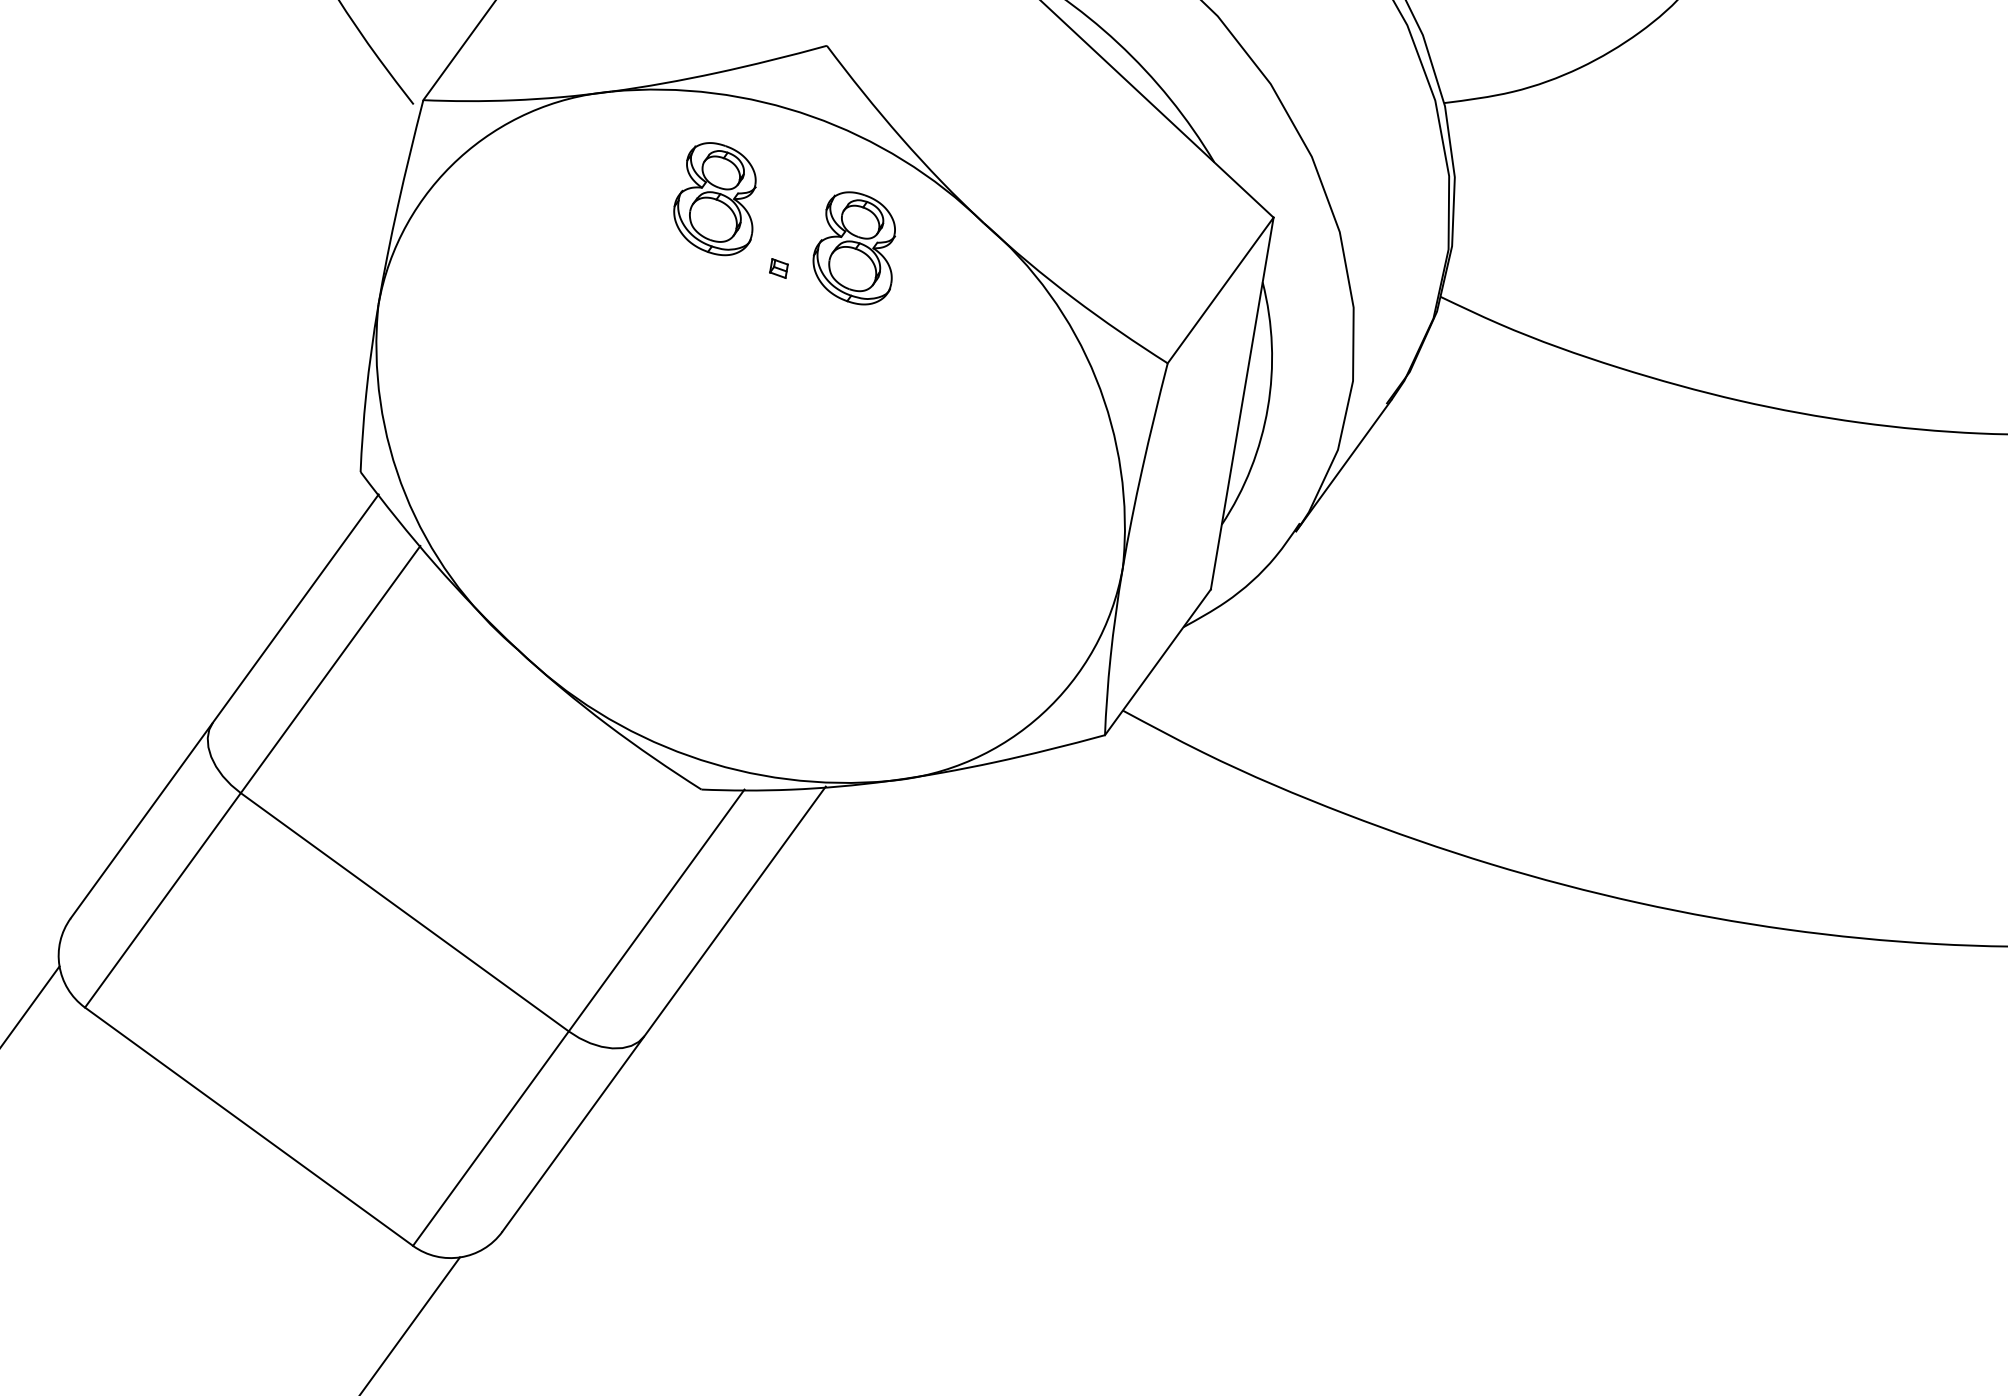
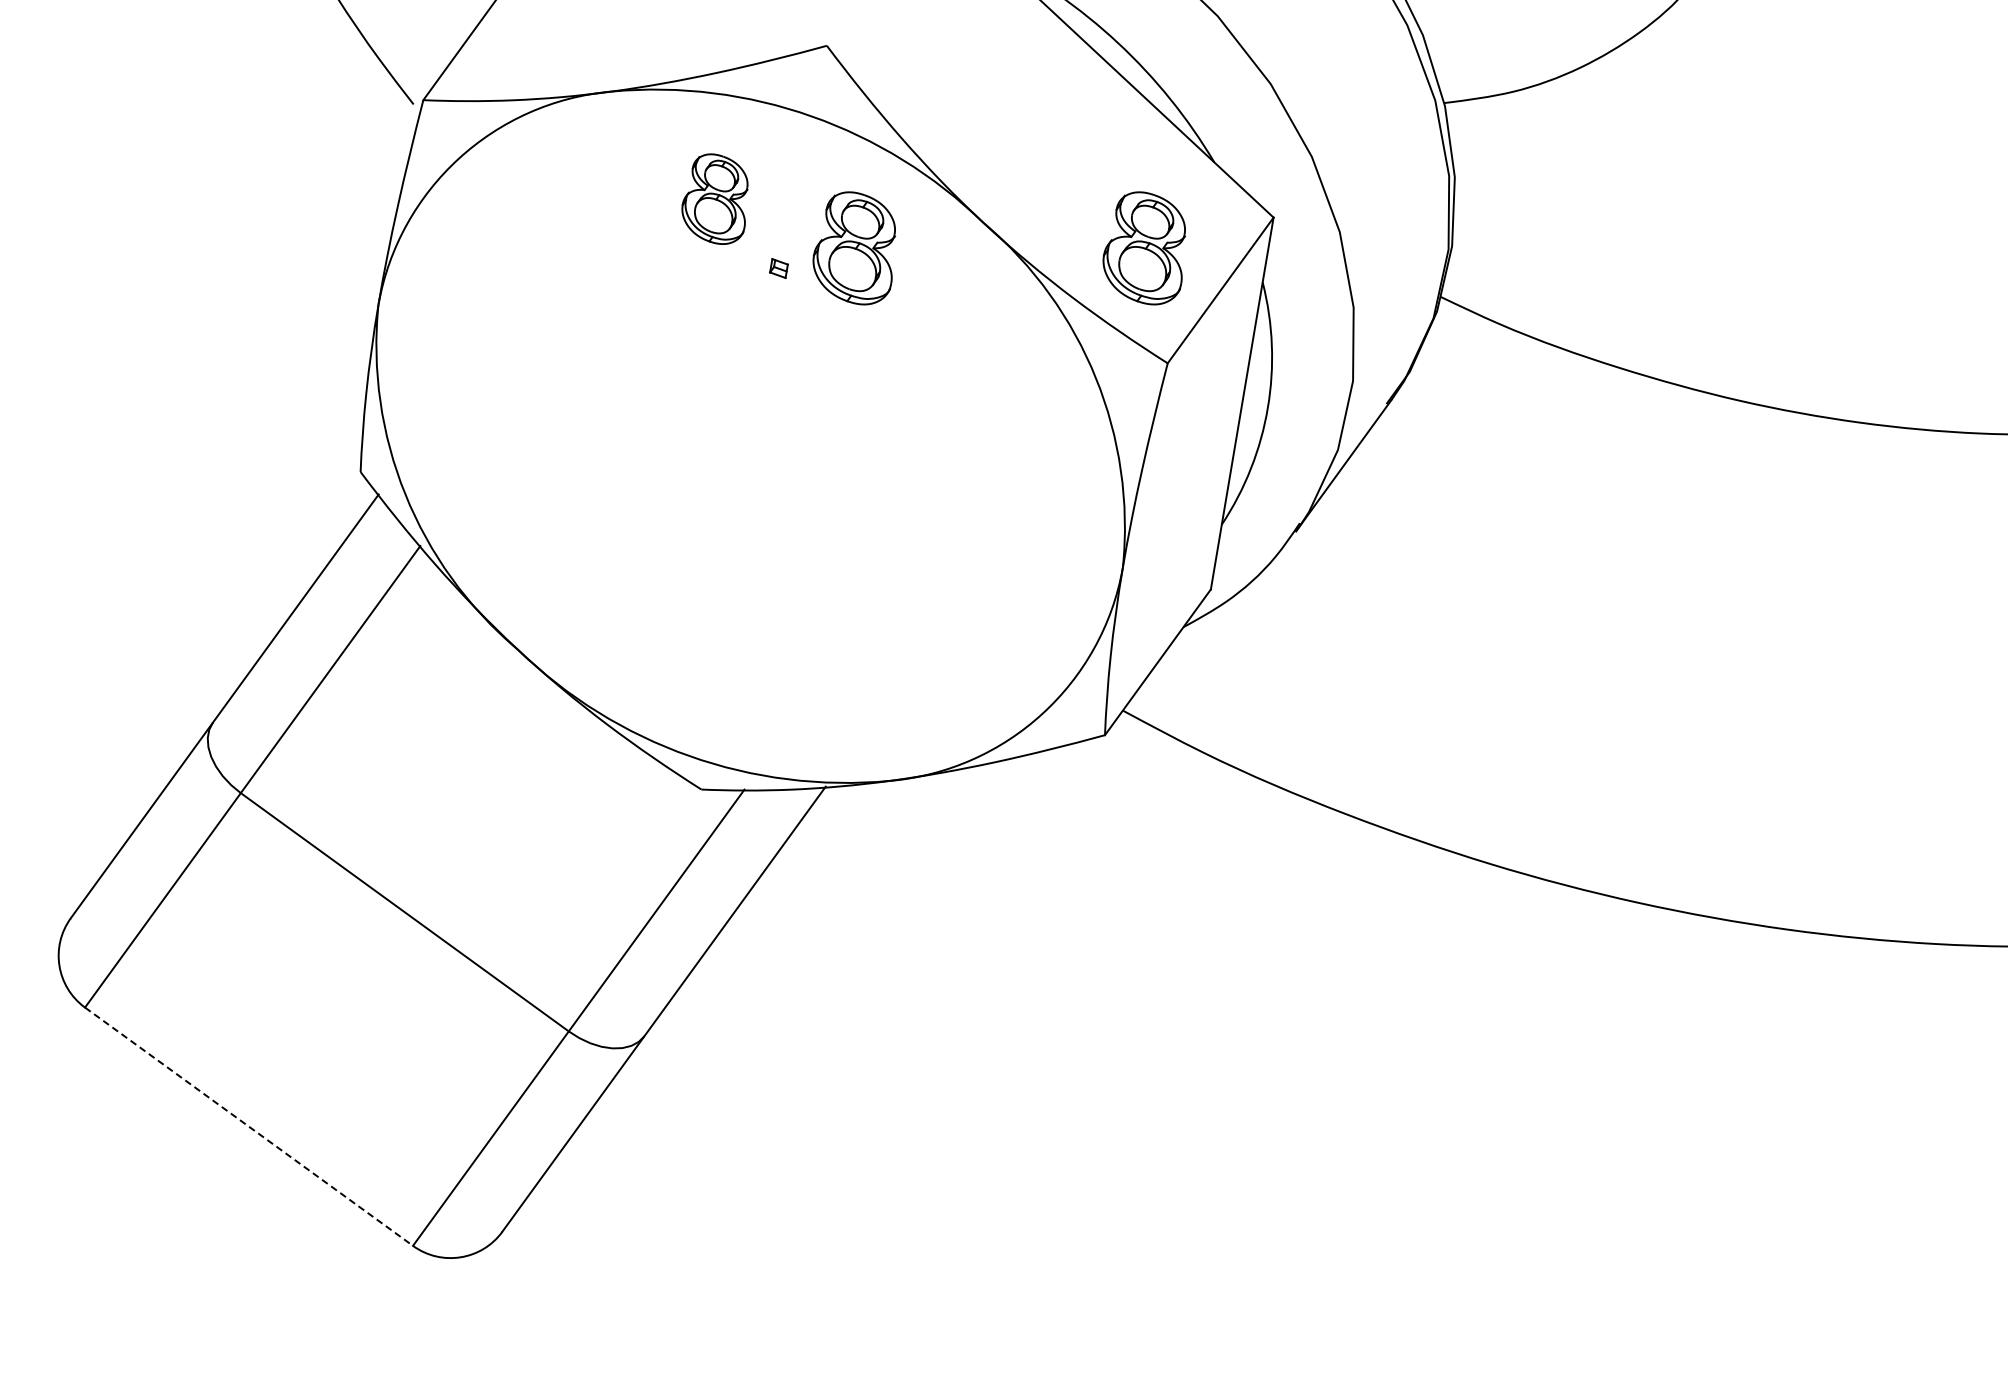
part at (714, 199) size: 84x115 px -> 68x92 px
part at (1144, 248): none -> present
line at (30, 1005): present -> none
line at (249, 1126): solid -> dashed
line at (410, 1324): present -> none
